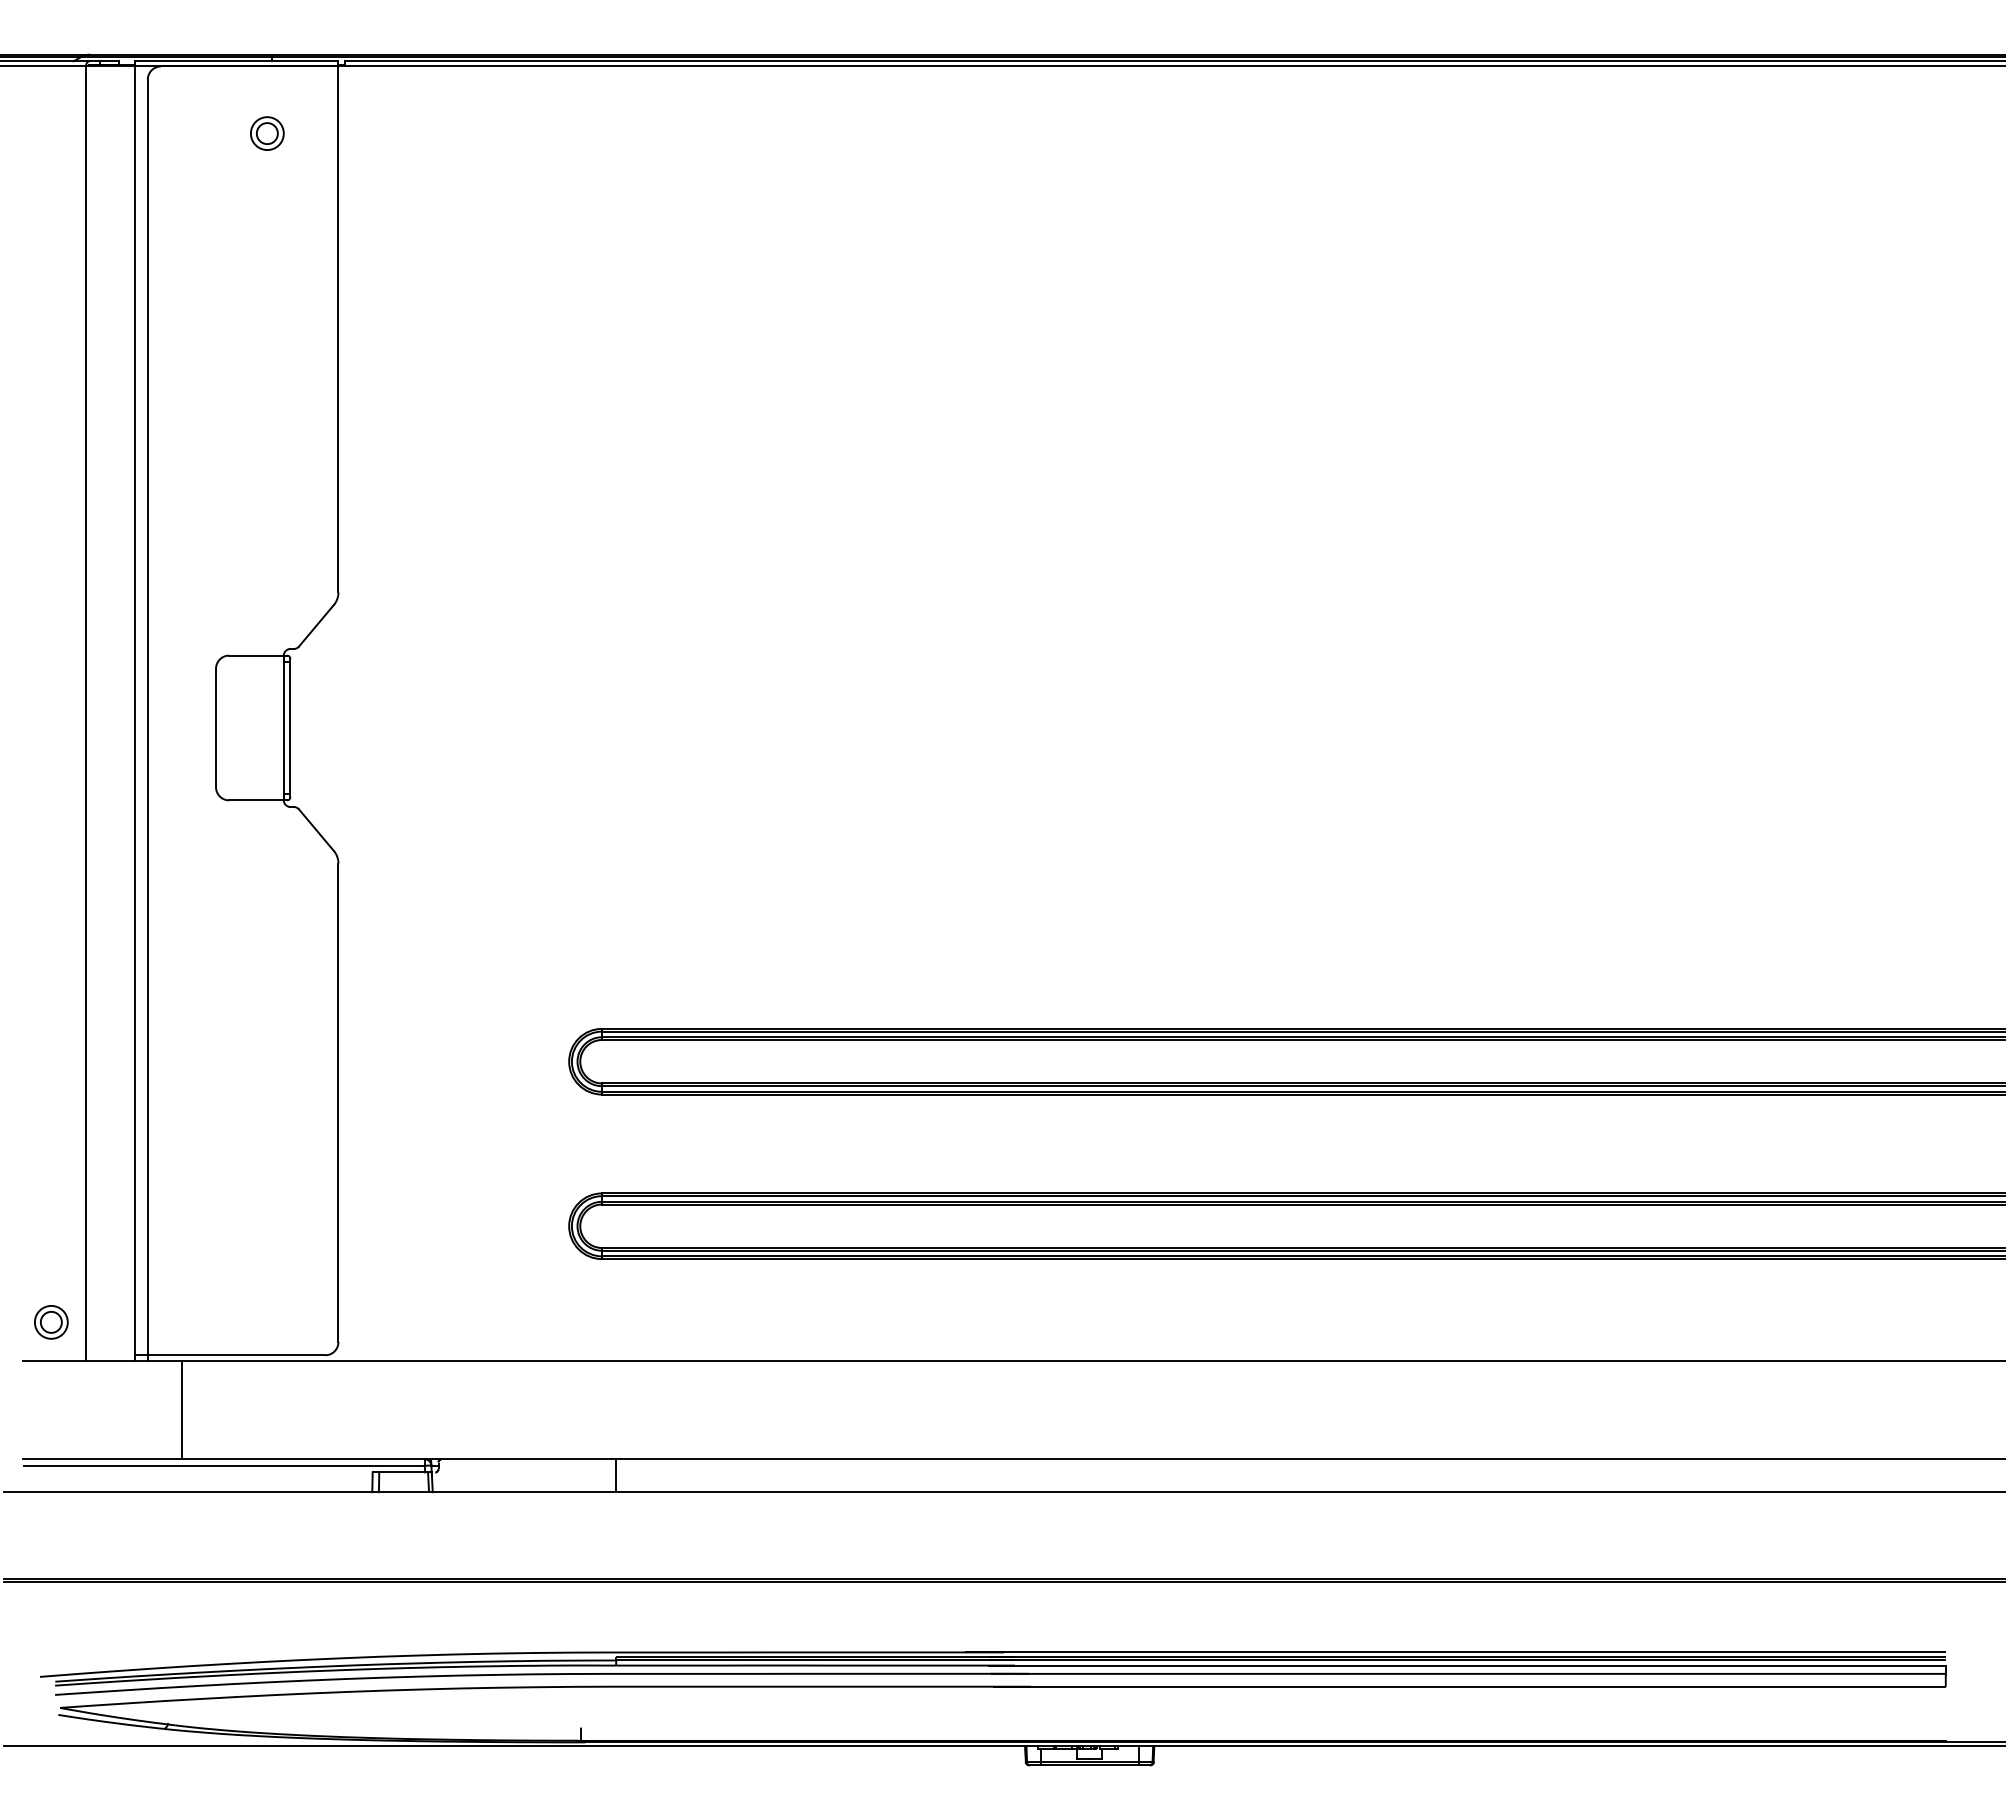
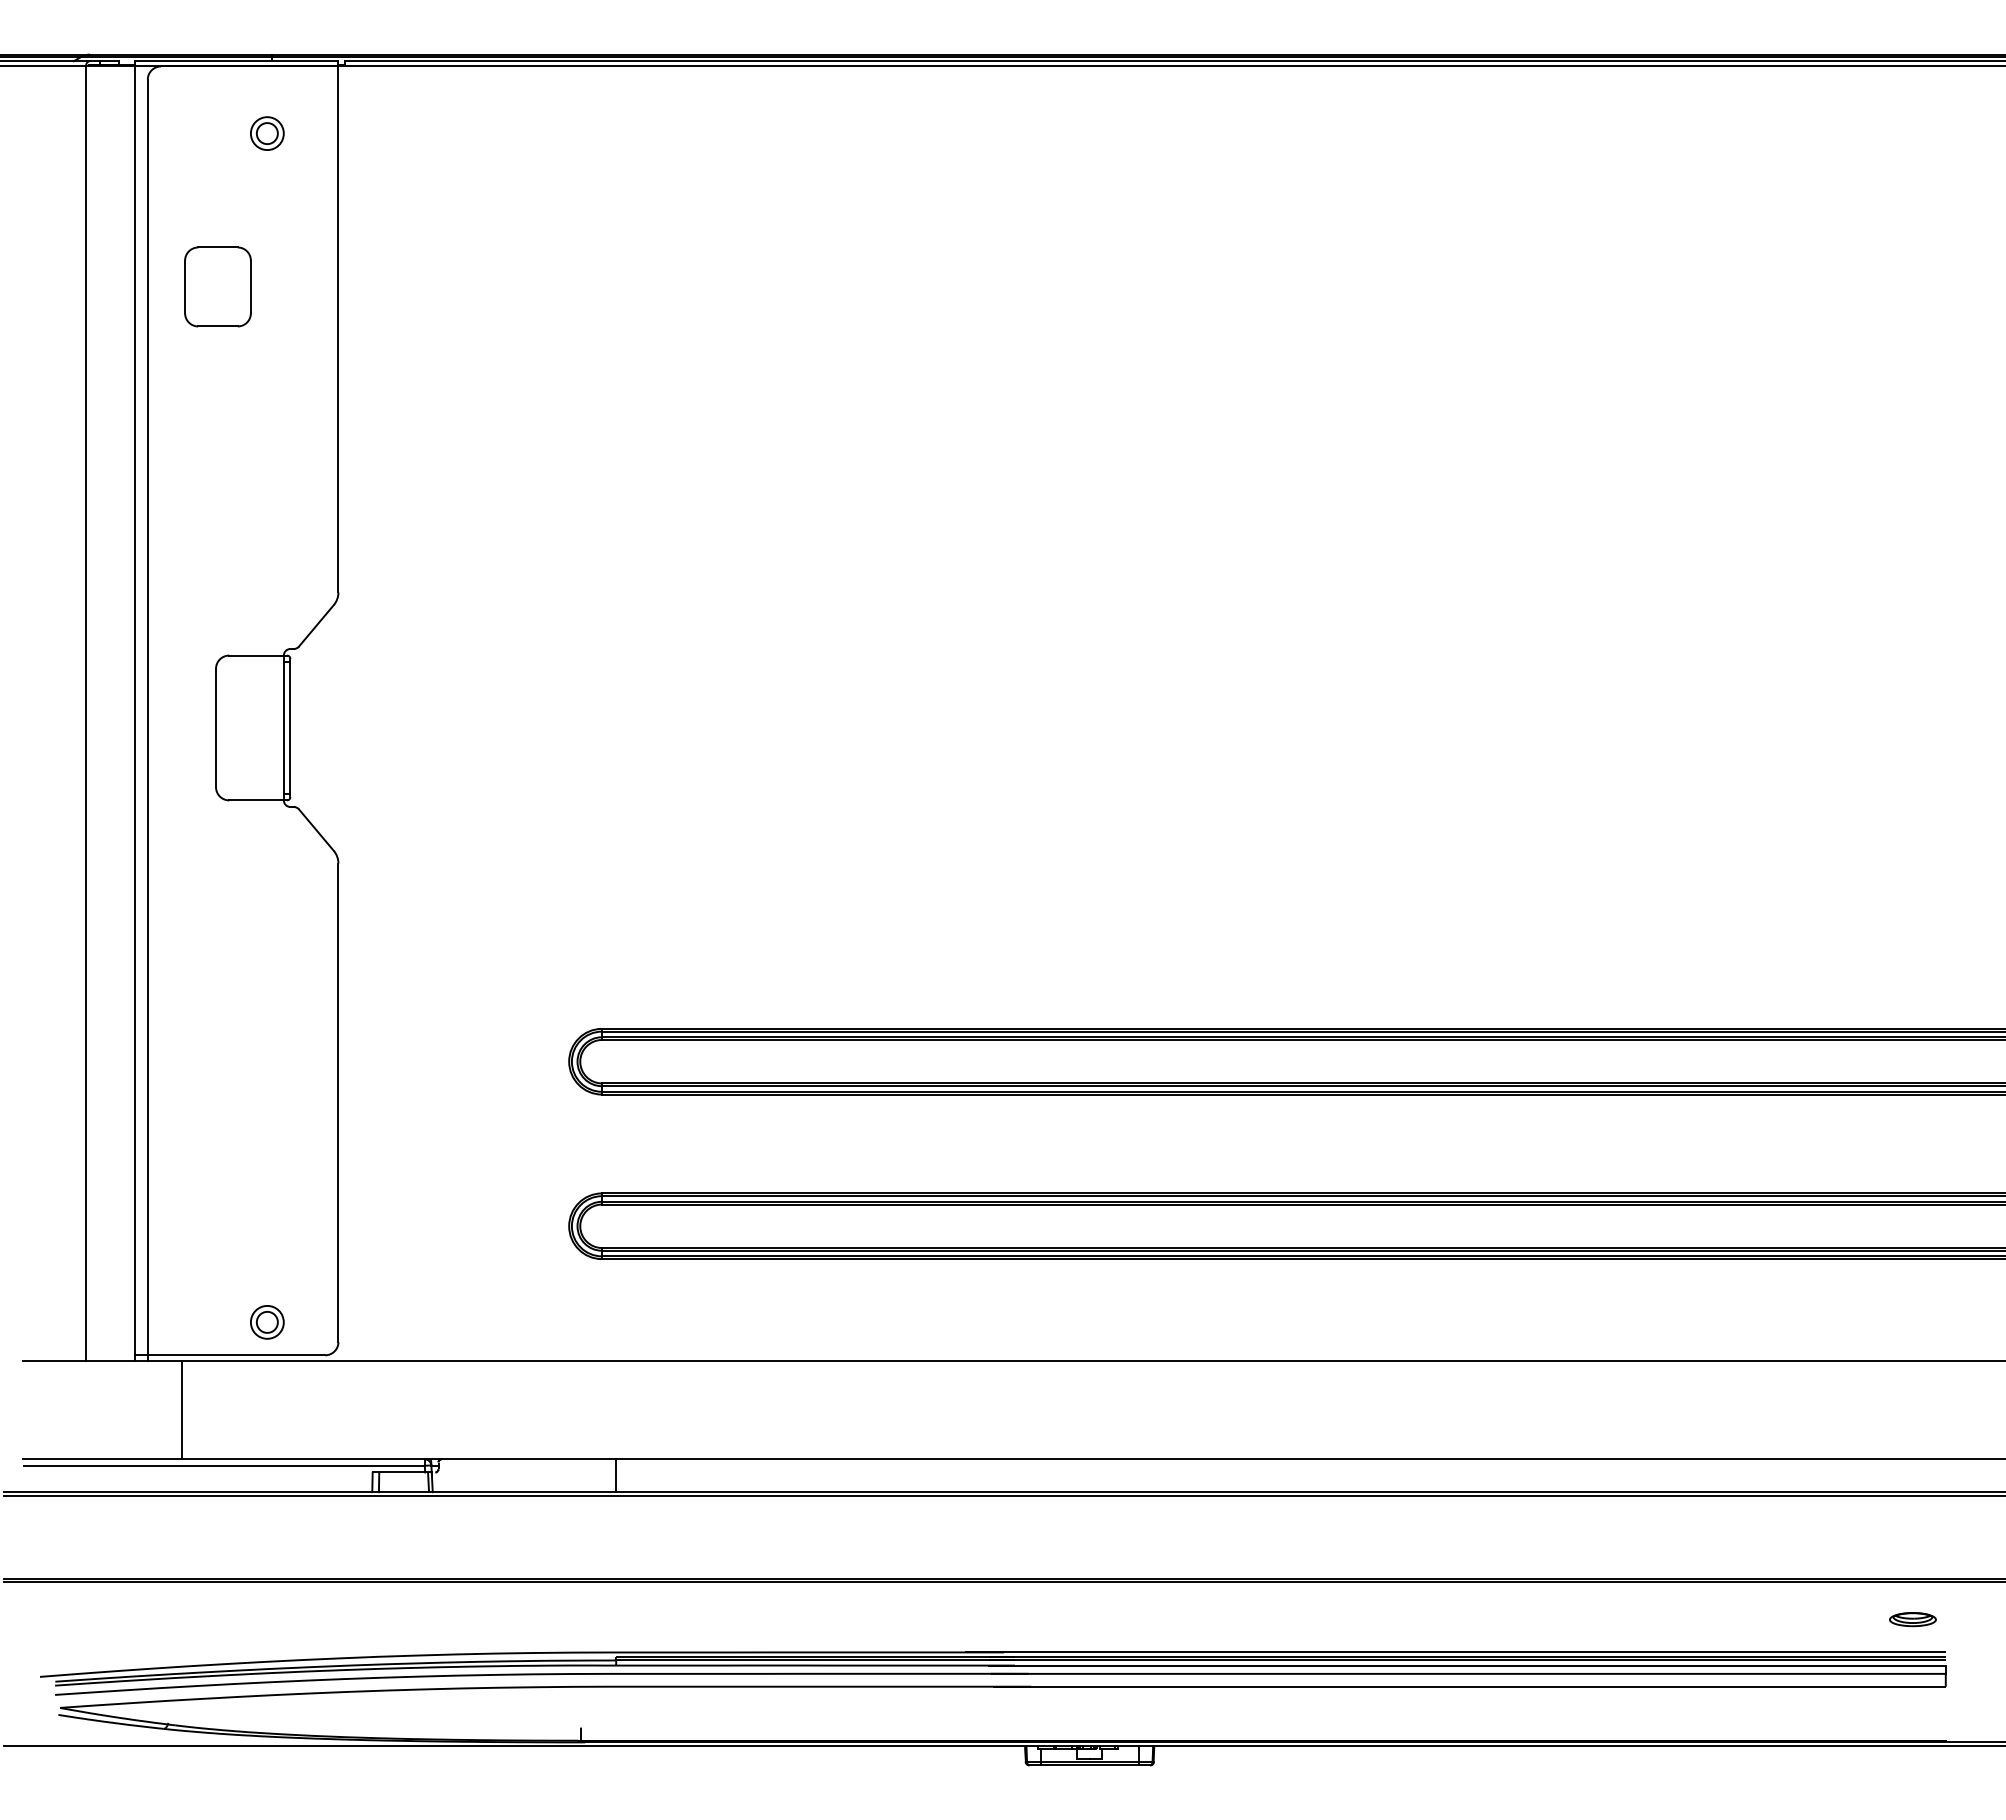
part at (217, 286): none -> present
part at (51, 1322) position: (51, 1322) -> (267, 1322)
line at (1003, 1496): none -> present
part at (1912, 1619): none -> present
